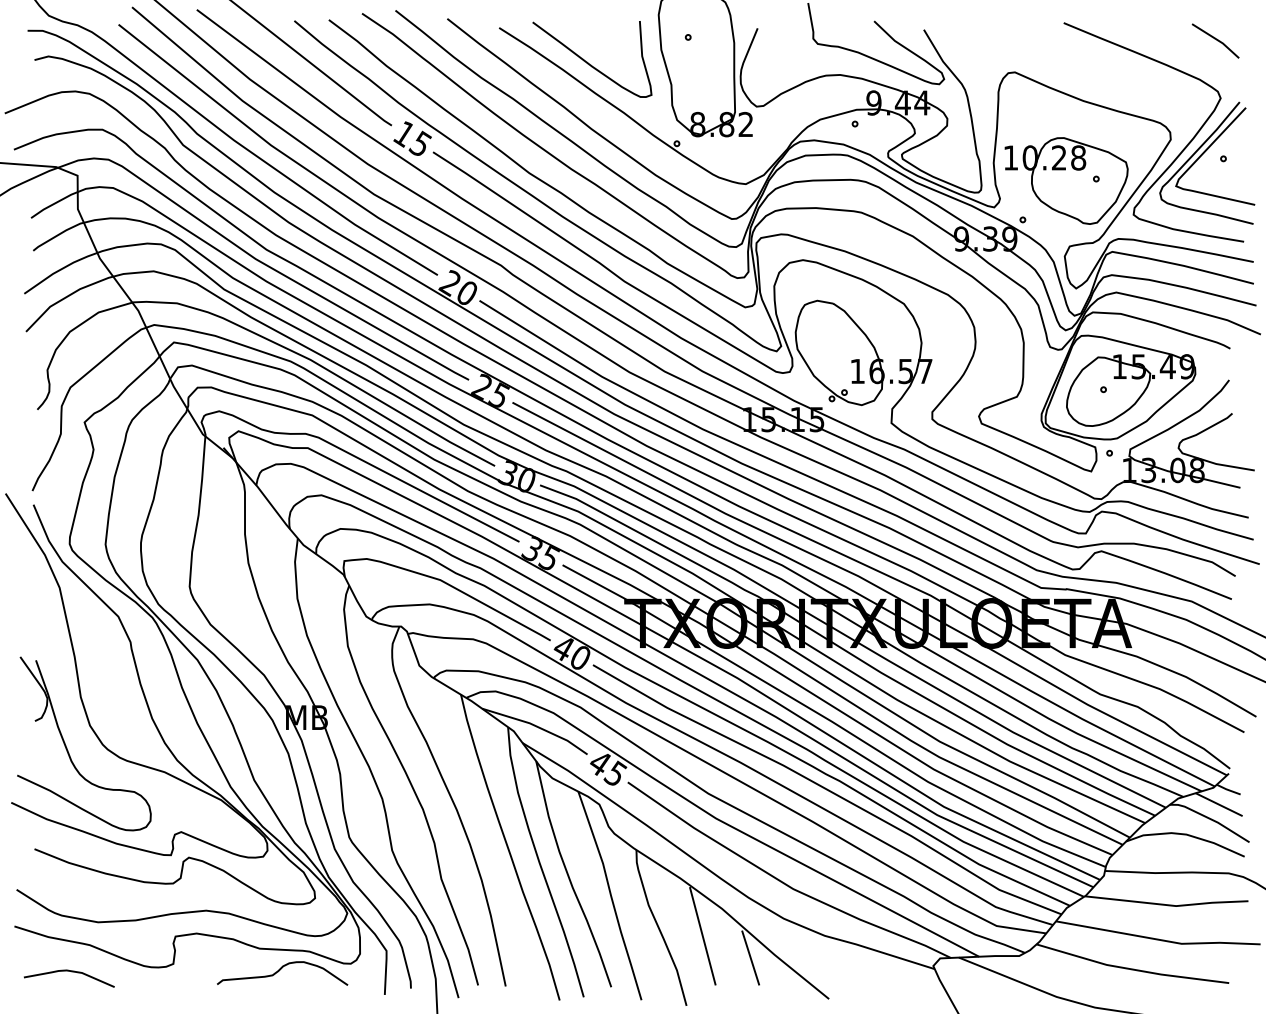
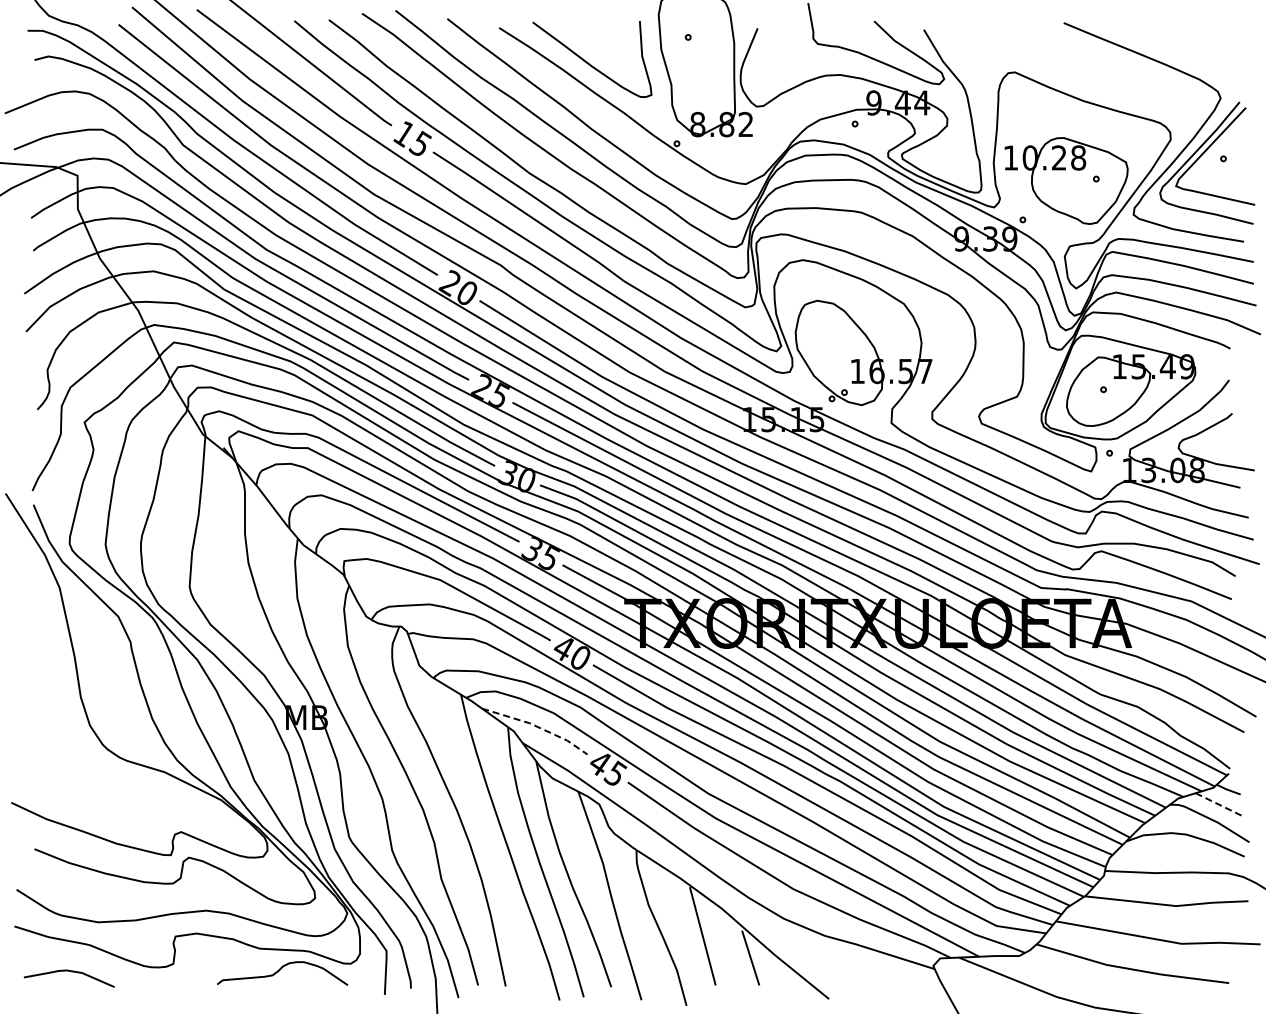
line at (1215, 39): present -> none
line at (537, 727): solid -> dashed
part at (67, 747): present -> none
line at (1219, 804): solid -> dashed
